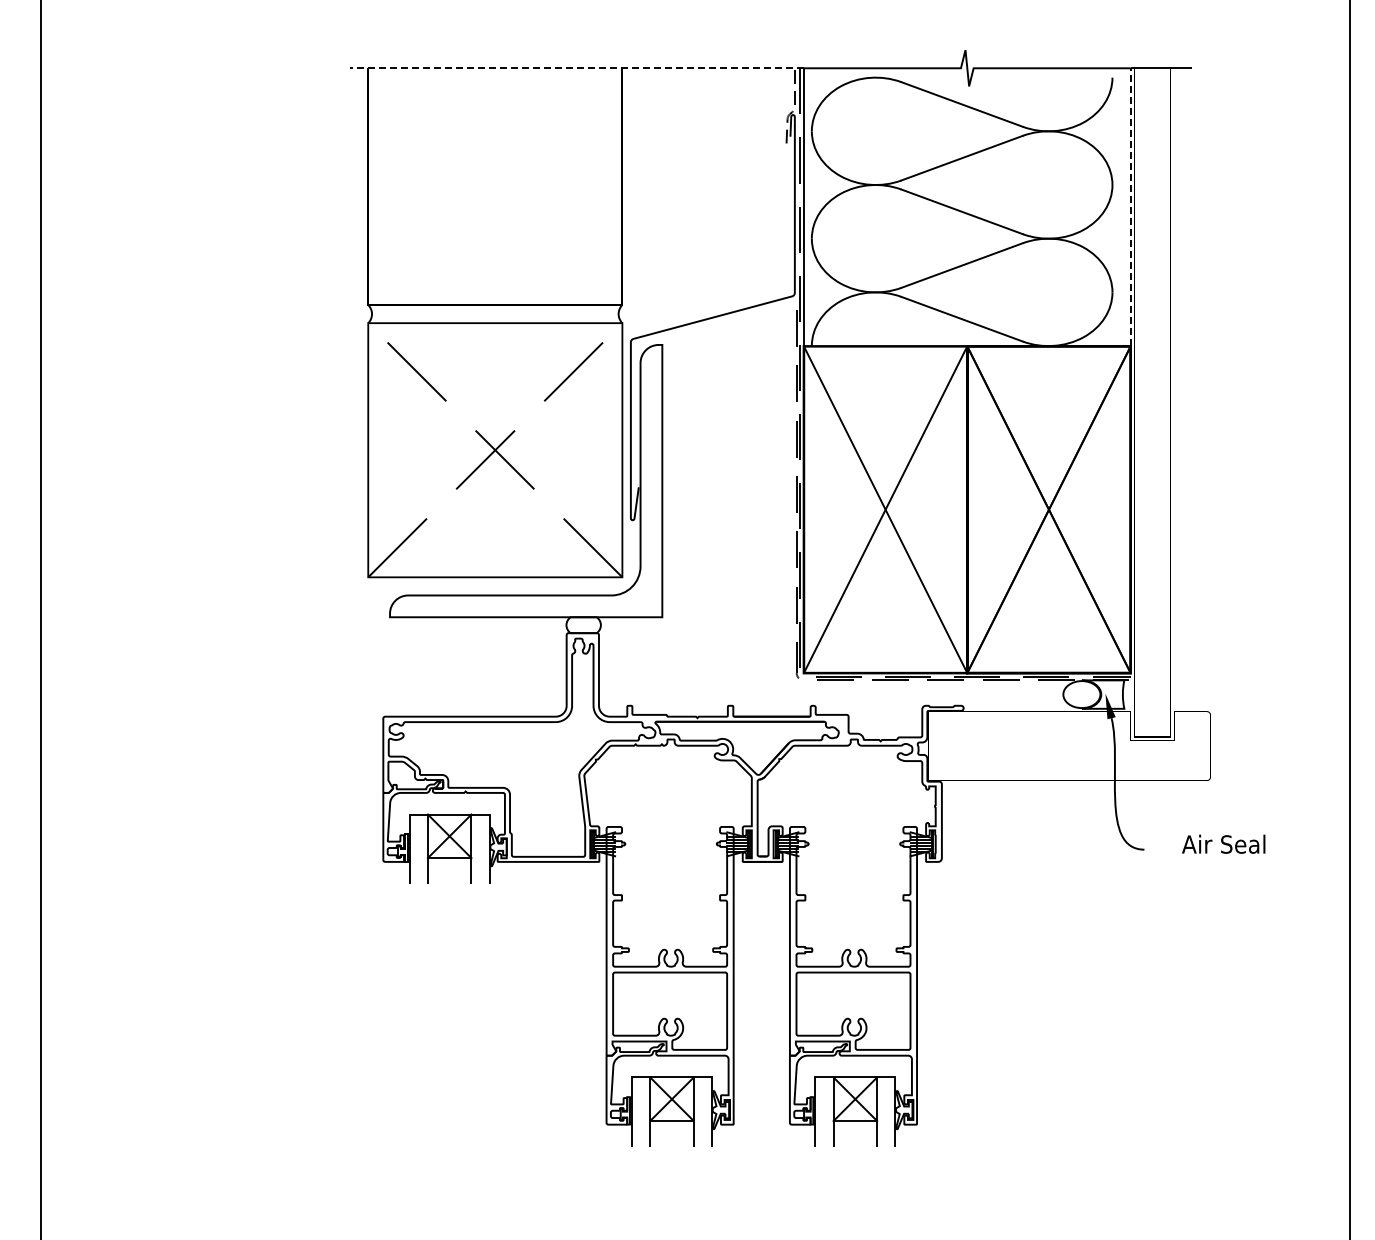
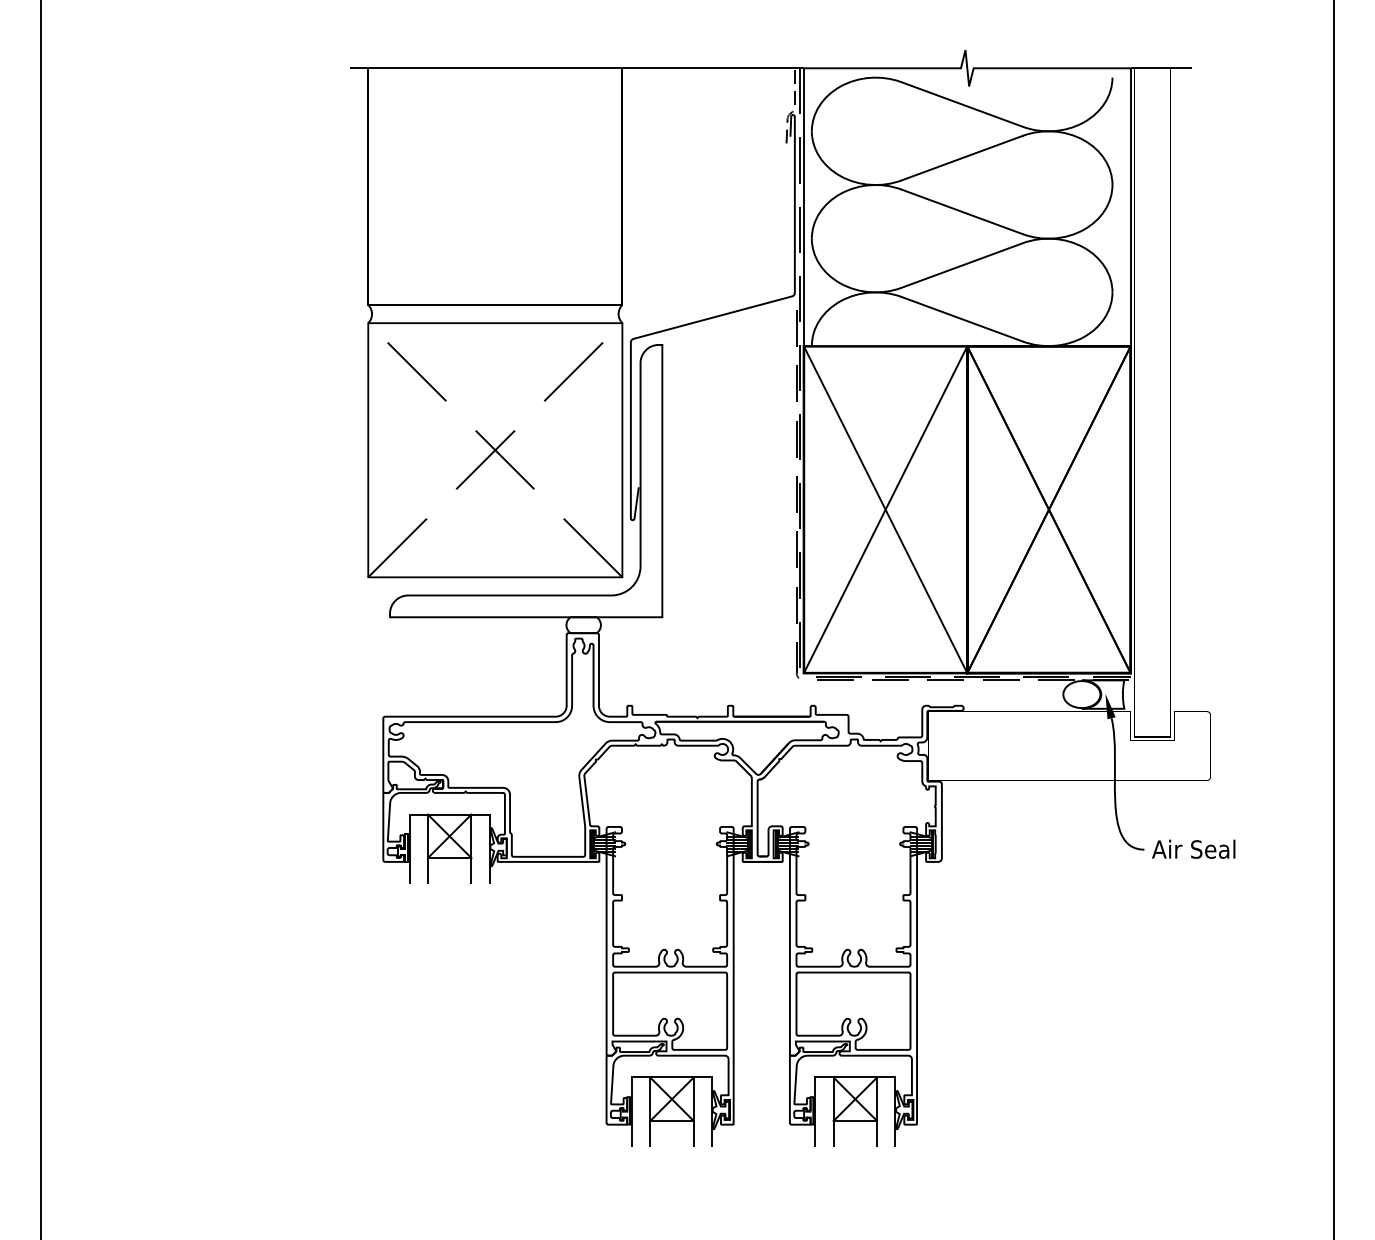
line at (577, 68): dashed -> solid
line at (1130, 206): dashed -> solid
line at (1349, 619) position: (1349, 619) -> (1333, 619)
text at (1223, 843) position: (1223, 843) -> (1193, 848)
